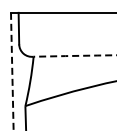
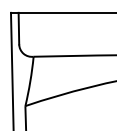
arc at (75, 55): dashed -> solid
line at (12, 71): dashed -> solid
